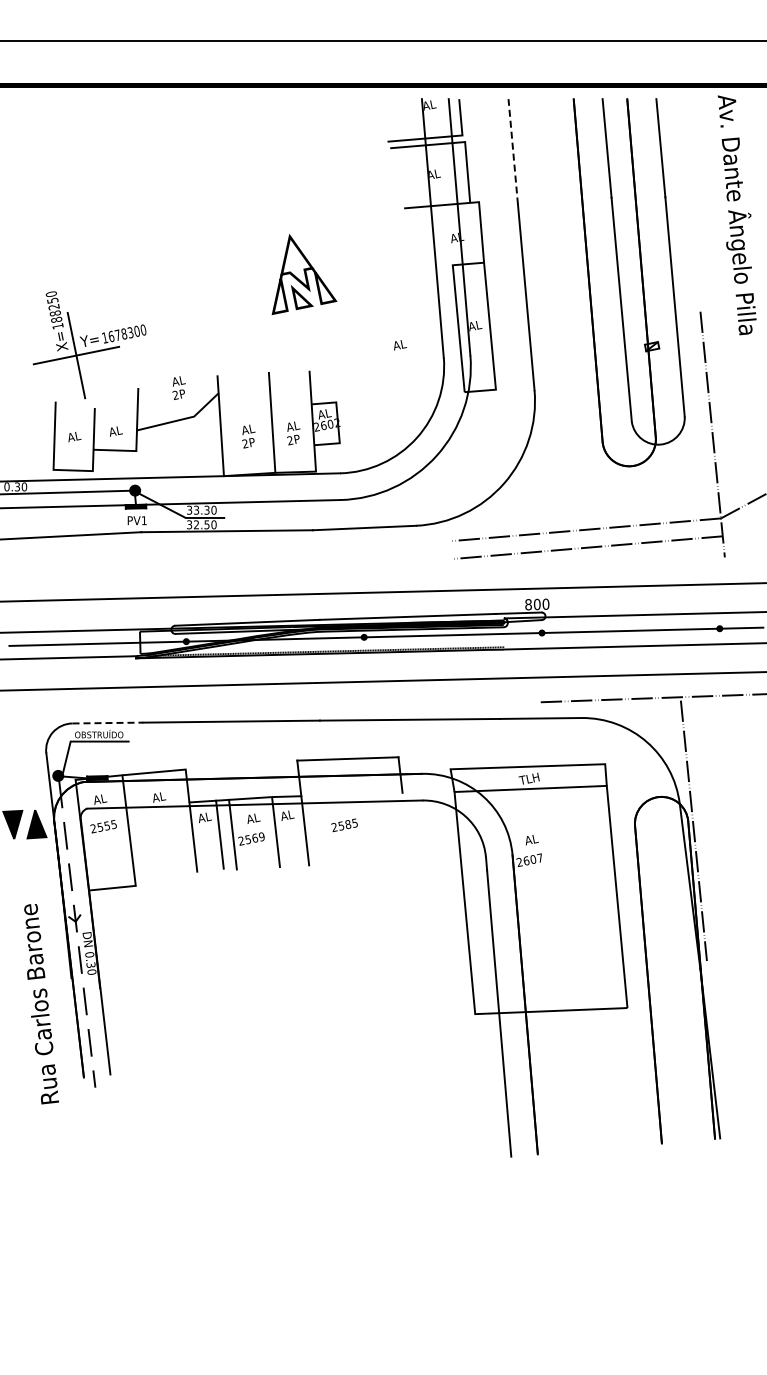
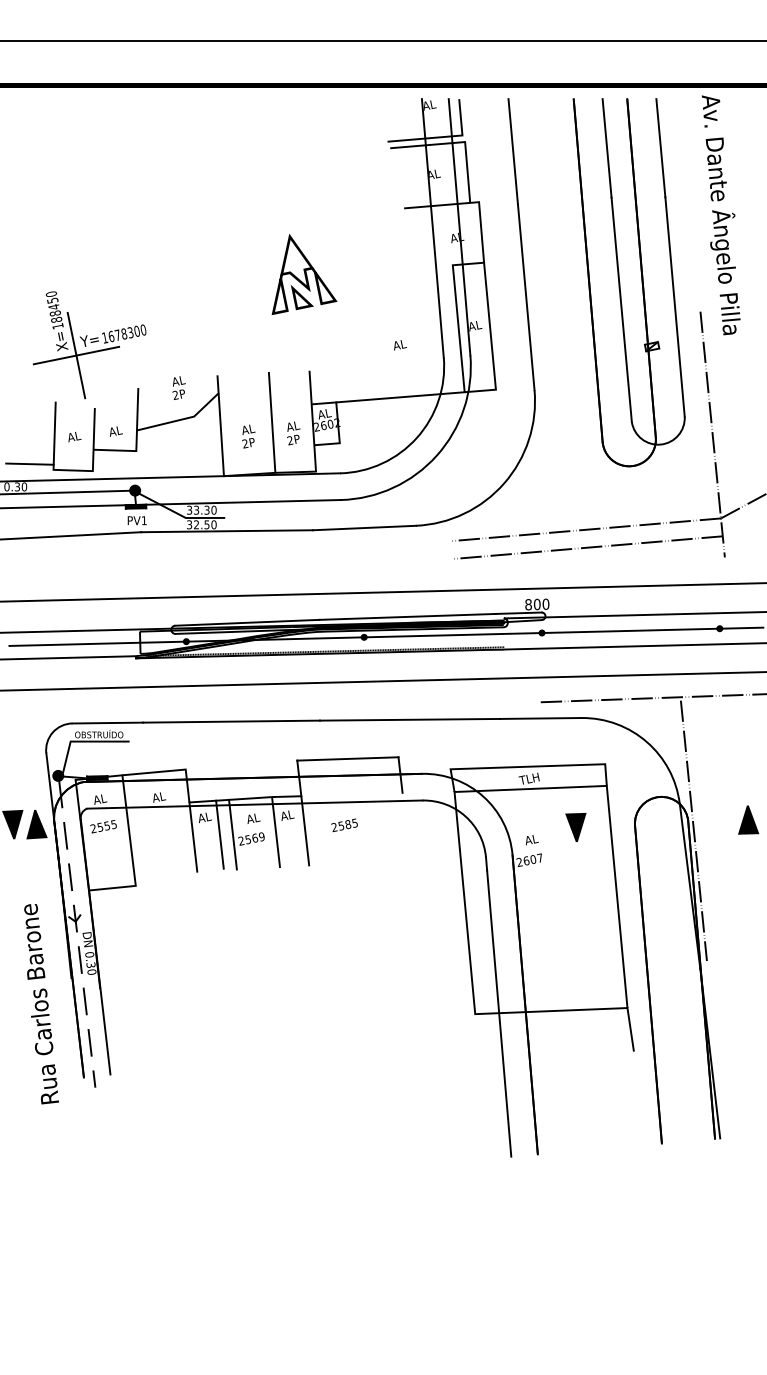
line at (513, 151): dashed -> solid
text at (736, 215) position: (736, 215) -> (720, 215)
text at (53, 306): 188250 -> 188450
line at (400, 397): none -> present
line at (29, 463): none -> present
line at (108, 723): dashed -> solid
part at (748, 819): none -> present
part at (575, 827): none -> present
line at (630, 1029): none -> present
